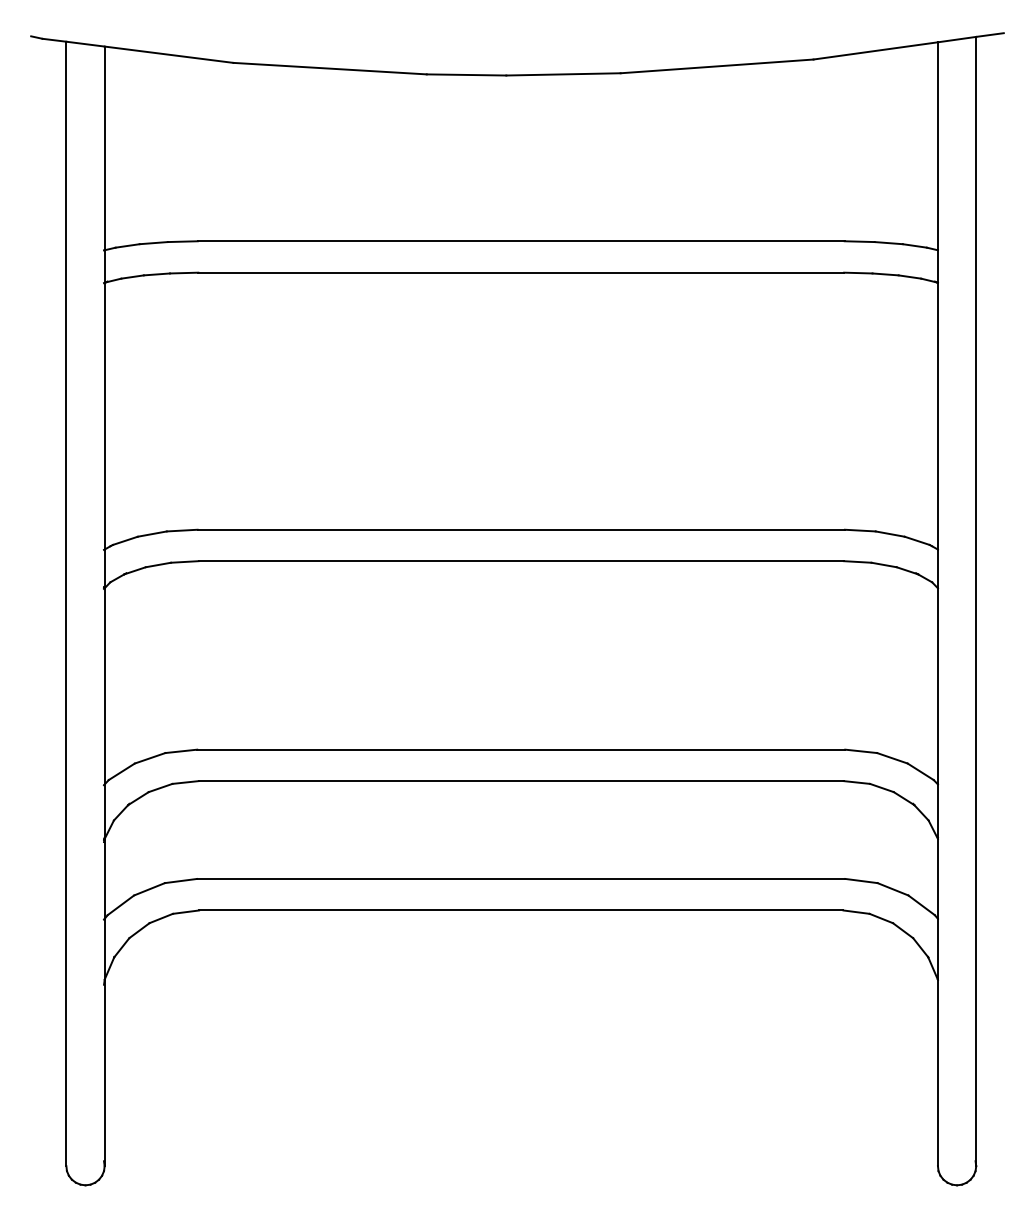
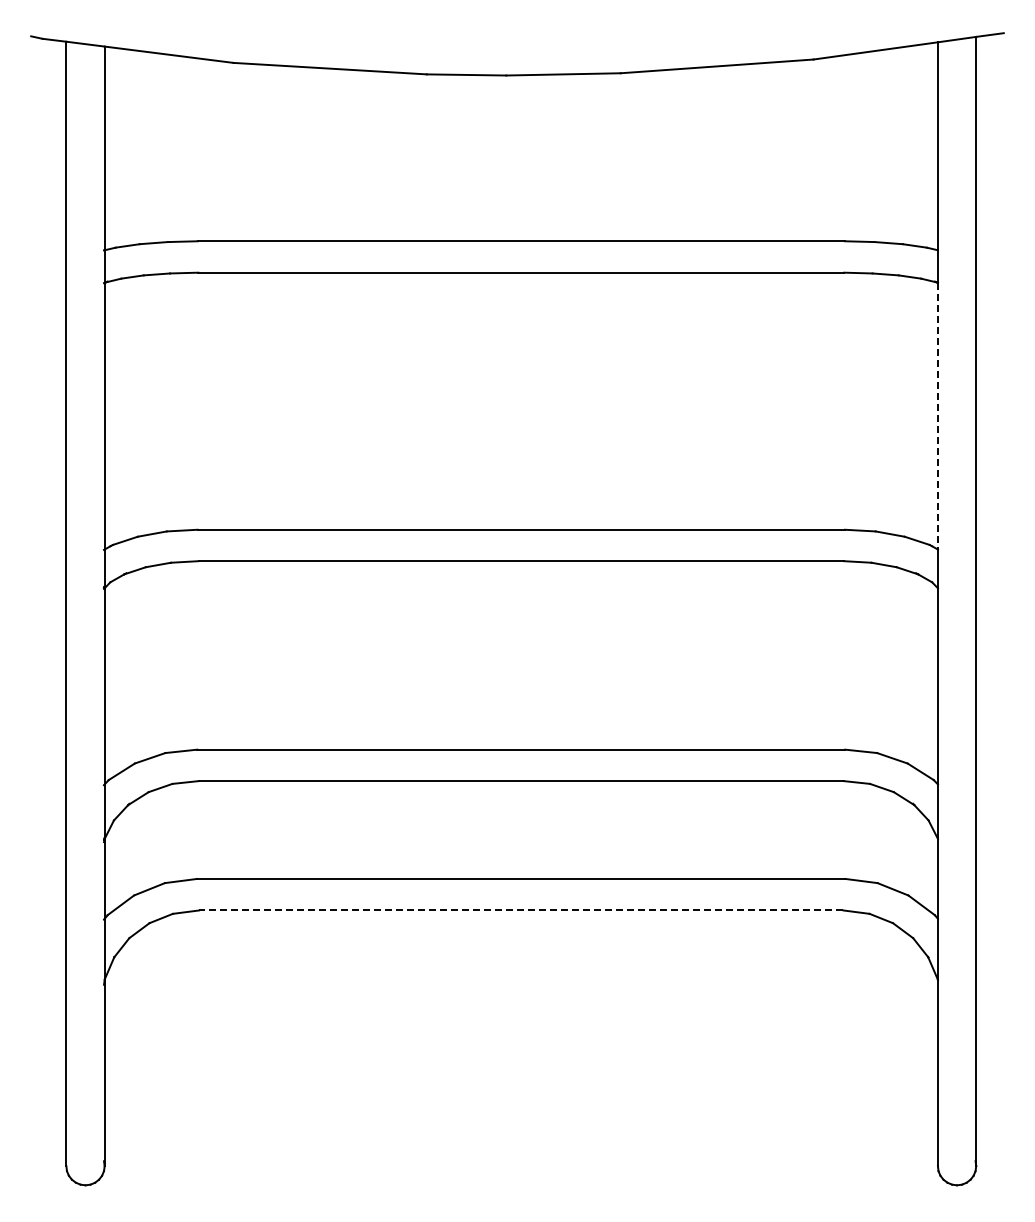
line at (937, 416): solid -> dashed
line at (520, 910): solid -> dashed
